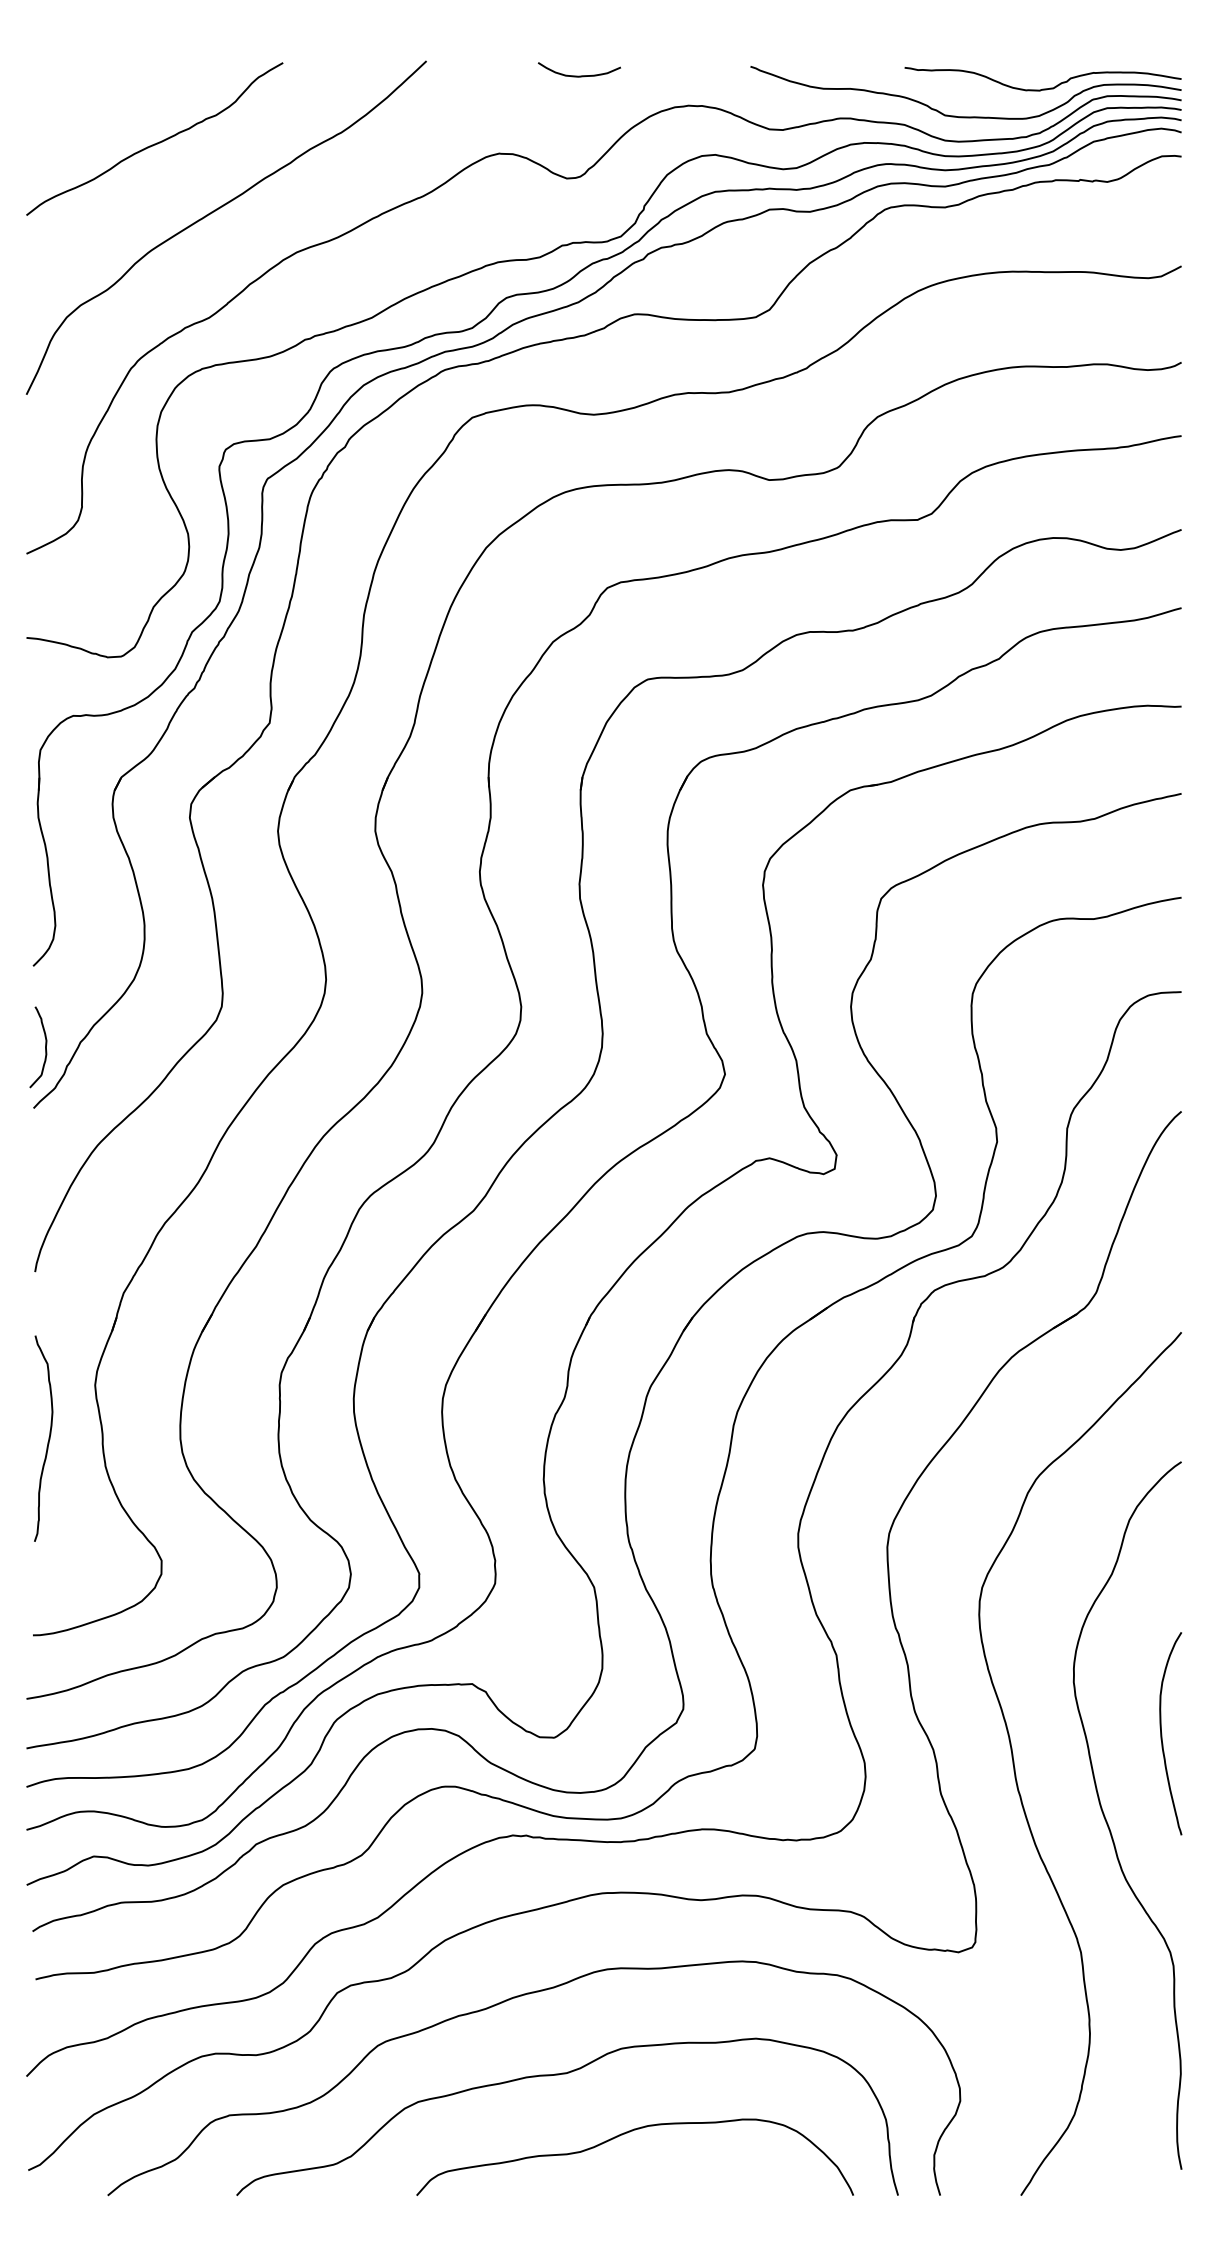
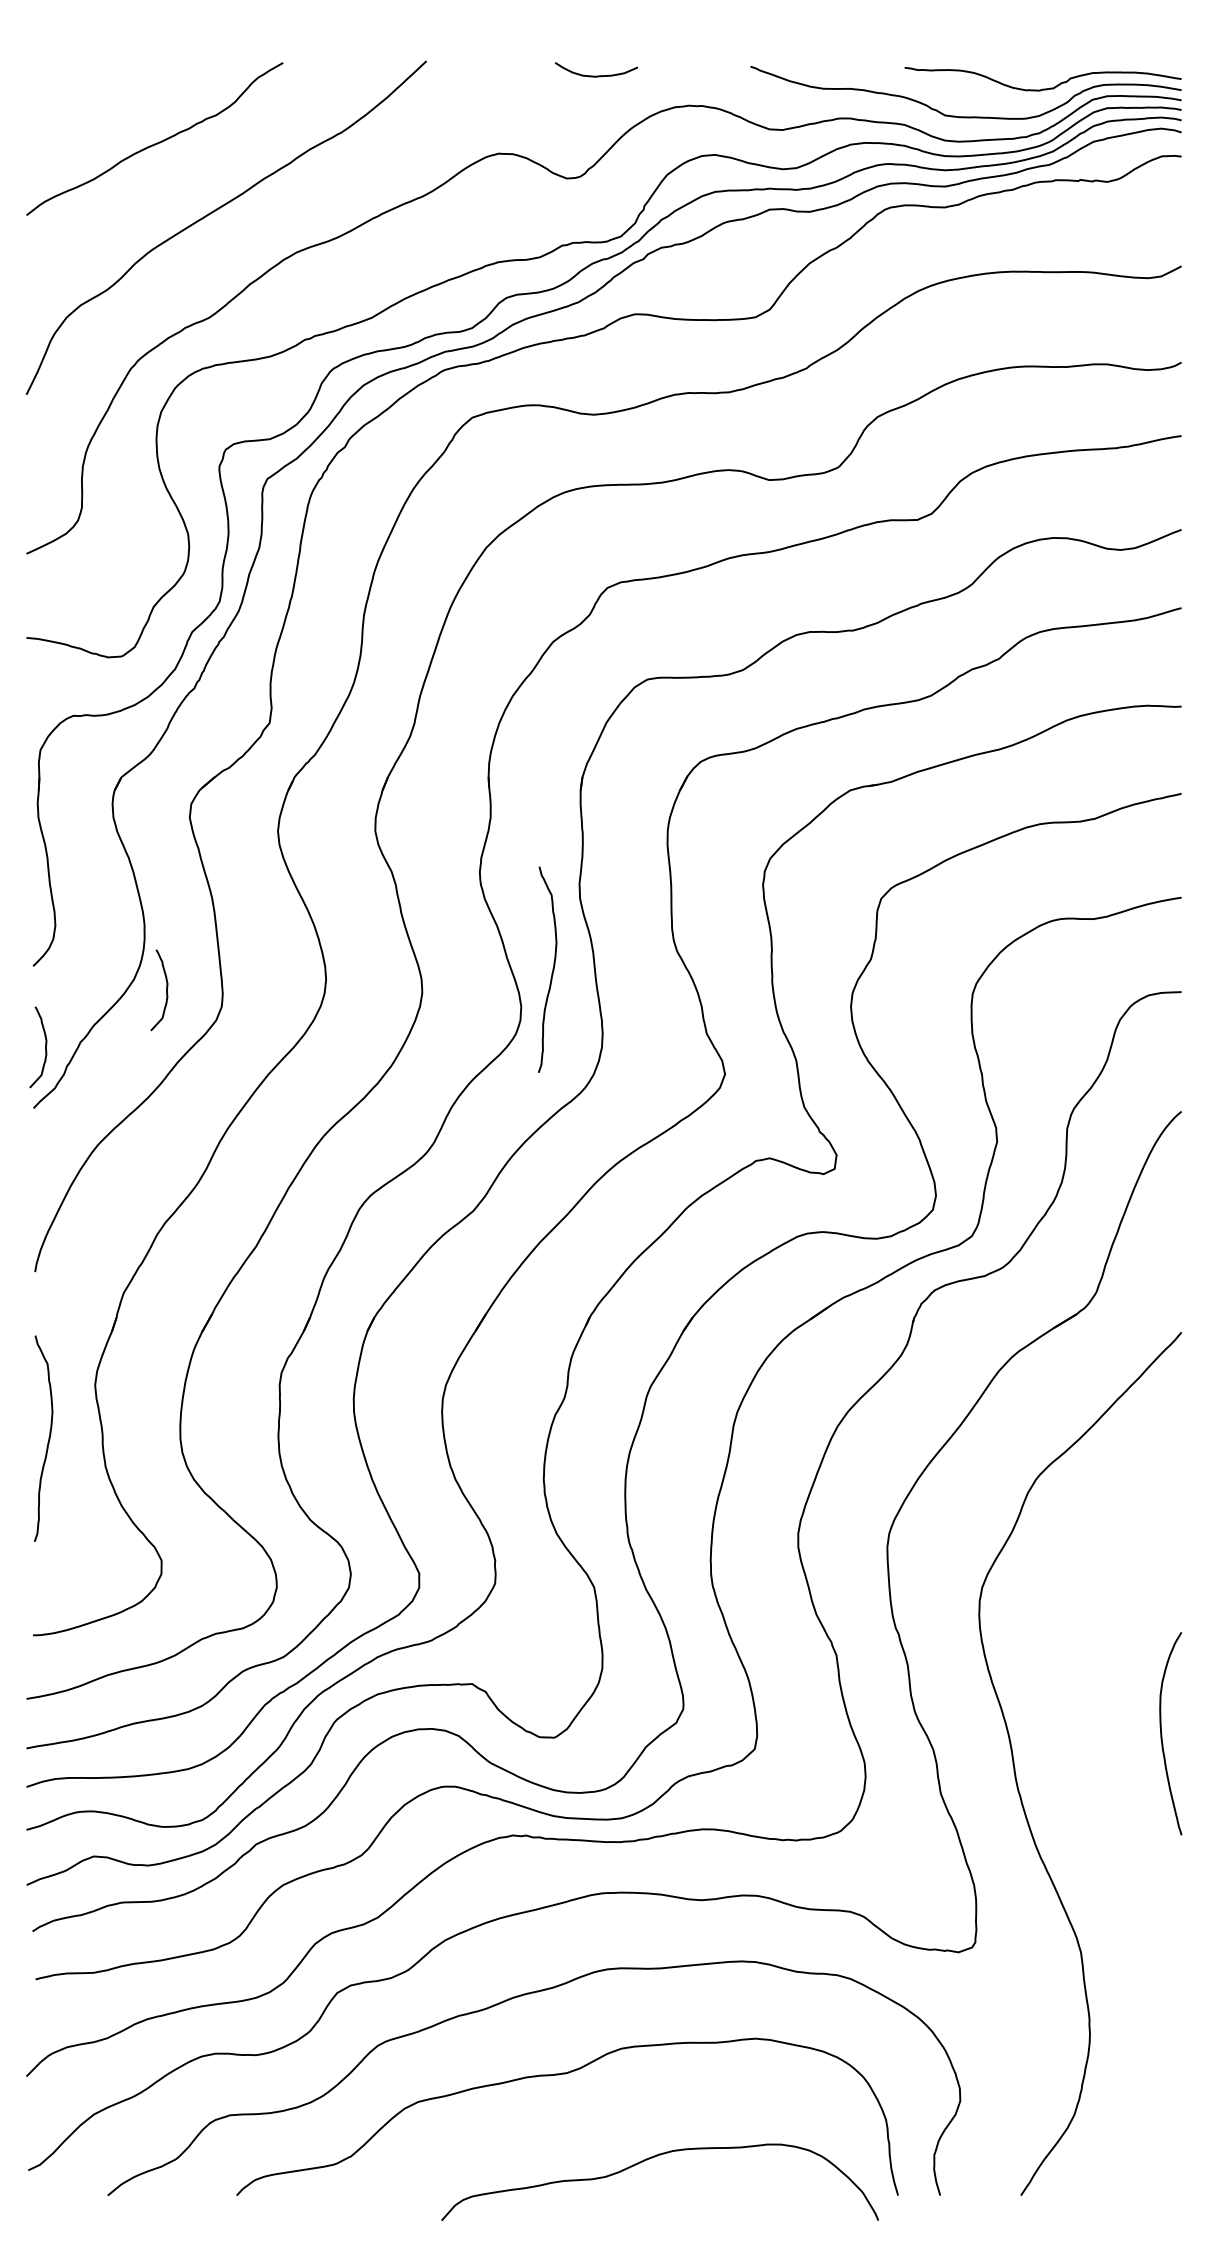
curve at (579, 75) position: (579, 75) -> (596, 75)
curve at (552, 969): none -> present
curve at (166, 990): none -> present
curve at (1108, 1823): present -> none
curve at (627, 2133) position: (627, 2133) -> (652, 2158)
